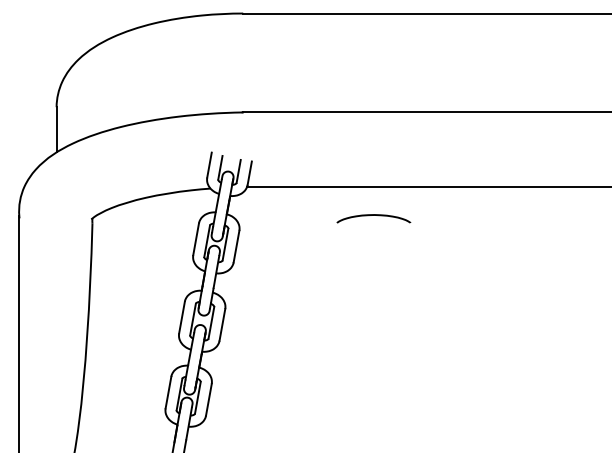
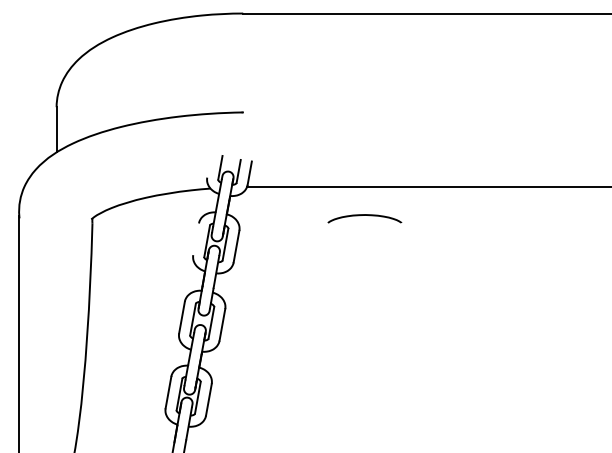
line at (425, 112): present -> none
line at (209, 164): present -> none
curve at (373, 215) position: (373, 215) -> (364, 215)
line at (195, 239): present -> none
